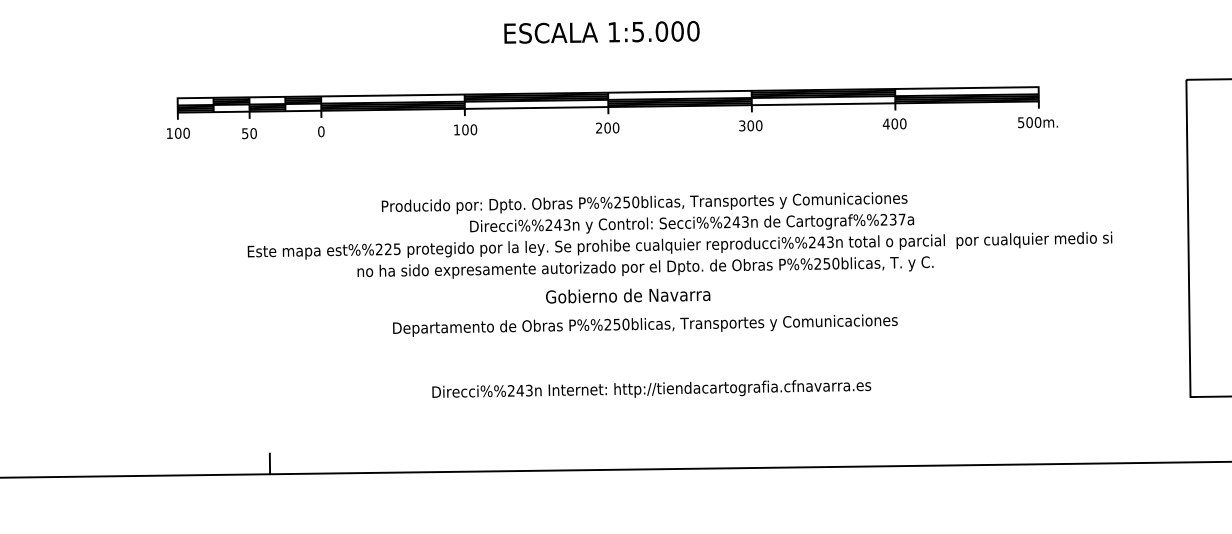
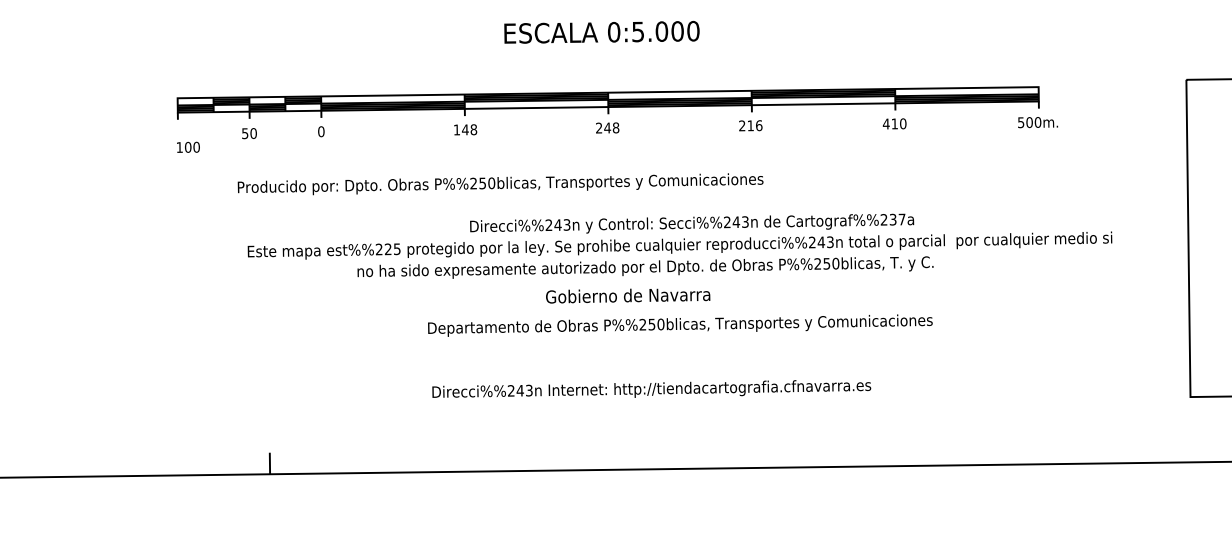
text at (614, 32): 1:5.000 -> 0:5.000
text at (894, 123): 400 -> 410
text at (750, 125): 300 -> 216
text at (611, 127): 200 -> 248
text at (469, 129): 100 -> 148
text at (178, 132) position: (178, 132) -> (188, 146)
text at (644, 203) position: (644, 203) -> (500, 184)
text at (645, 325) position: (645, 325) -> (680, 325)
